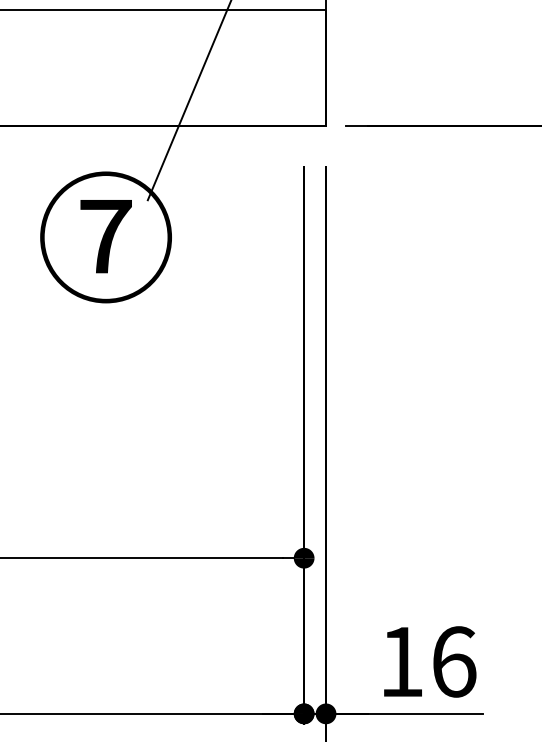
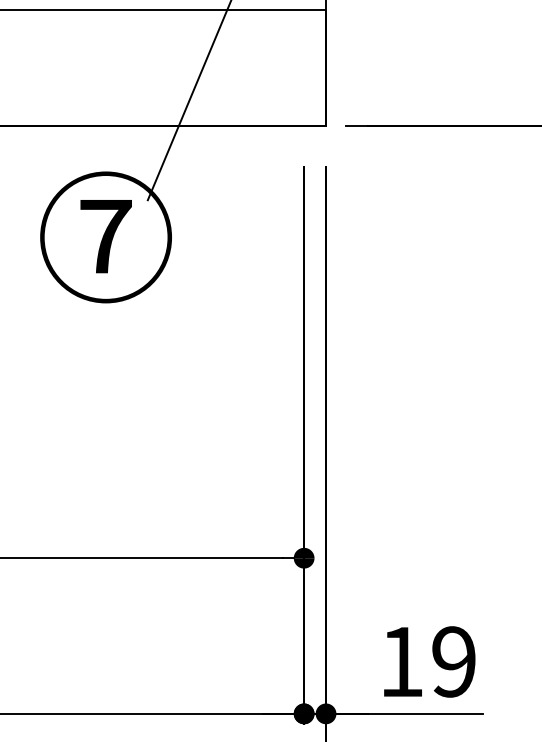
text at (454, 661): 16 -> 19
